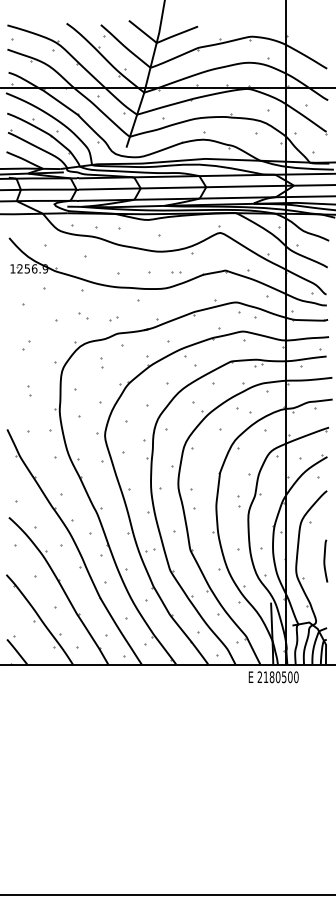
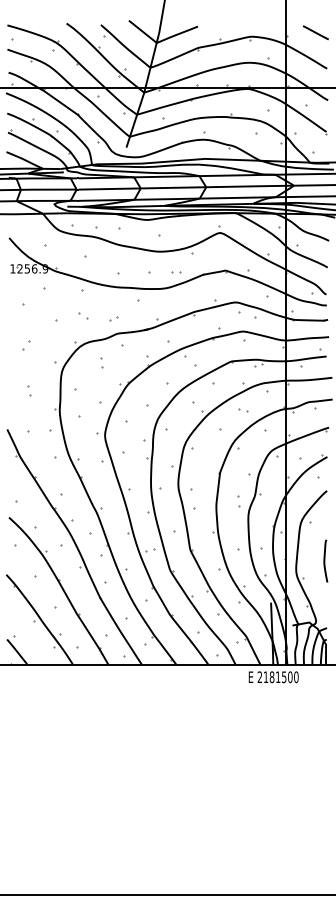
line at (315, 32): none -> present
part at (243, 410) size: 16x7 px -> 11x5 px
text at (277, 677): 2180500 -> 2181500
